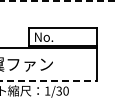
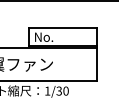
line at (59, 1): dashed -> solid
line at (49, 81): dashed -> solid
